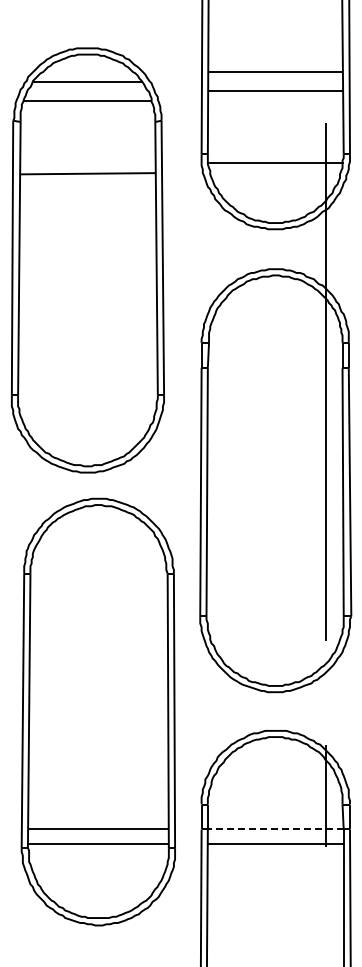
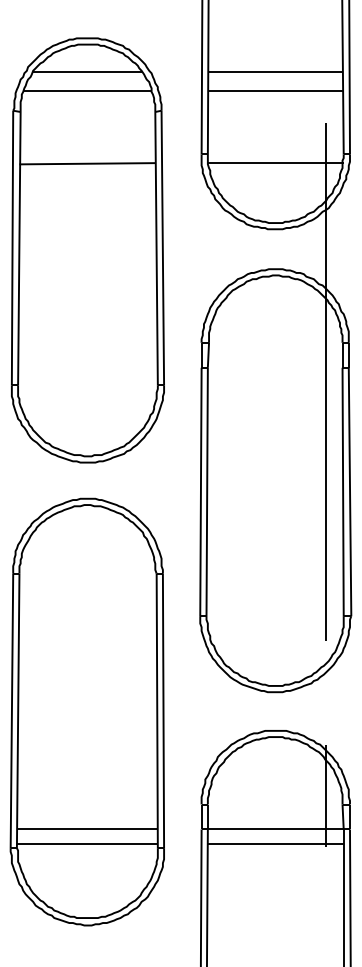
part at (87, 260) position: (87, 260) -> (87, 250)
part at (97, 711) position: (97, 711) -> (86, 711)
line at (275, 829): dashed -> solid
